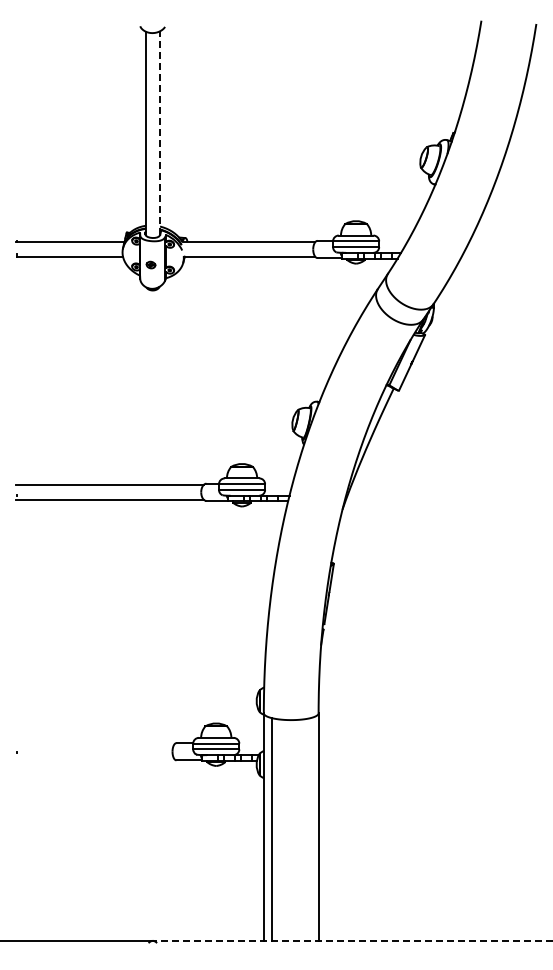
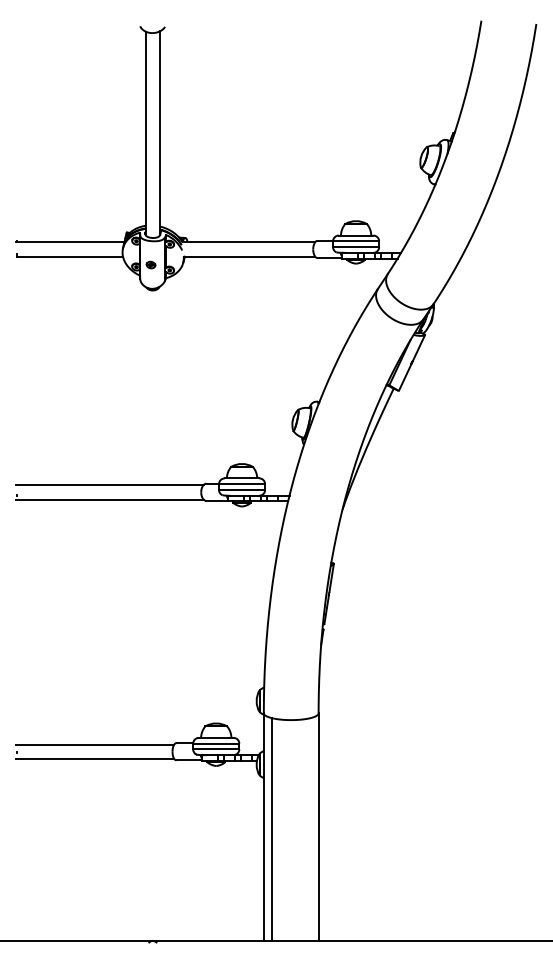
line at (160, 132): dashed -> solid
line at (94, 744): none -> present
line at (94, 758): none -> present
line at (353, 940): dashed -> solid
